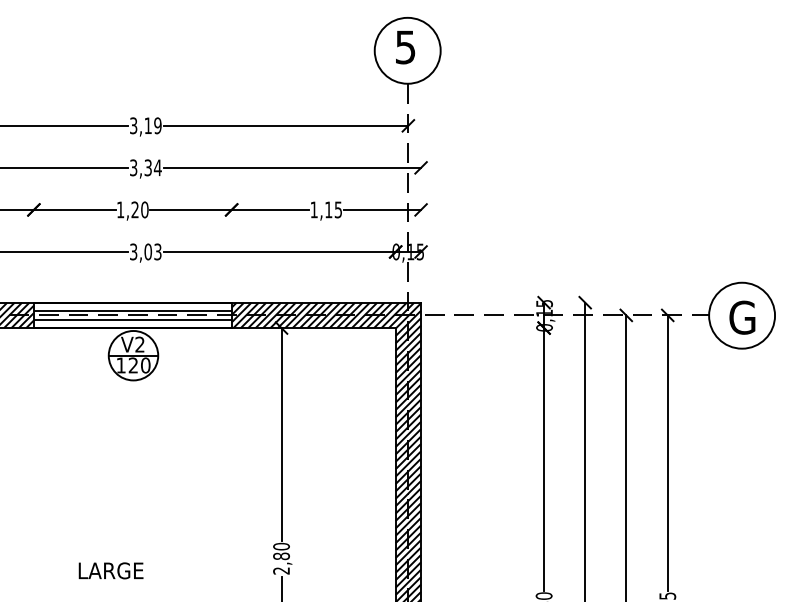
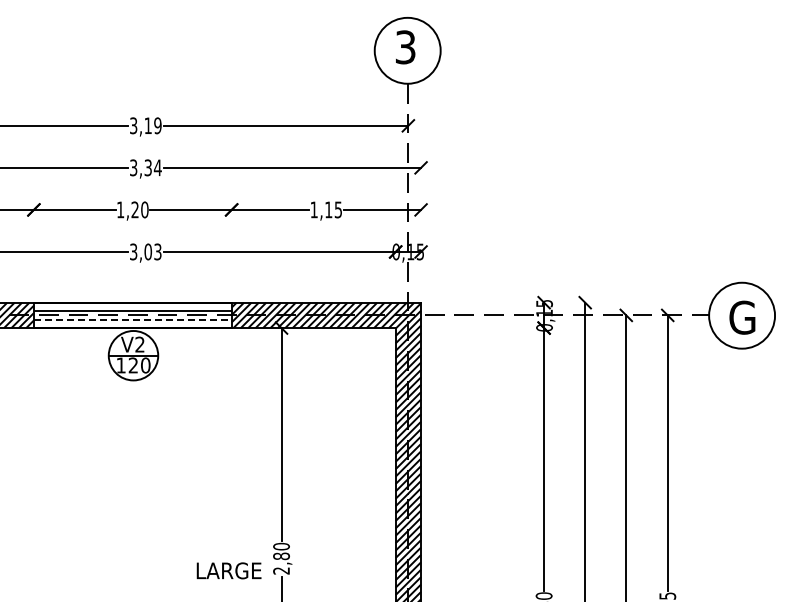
text at (405, 46): 5 -> 3
line at (132, 319): solid -> dashed
text at (110, 570) position: (110, 570) -> (228, 570)
